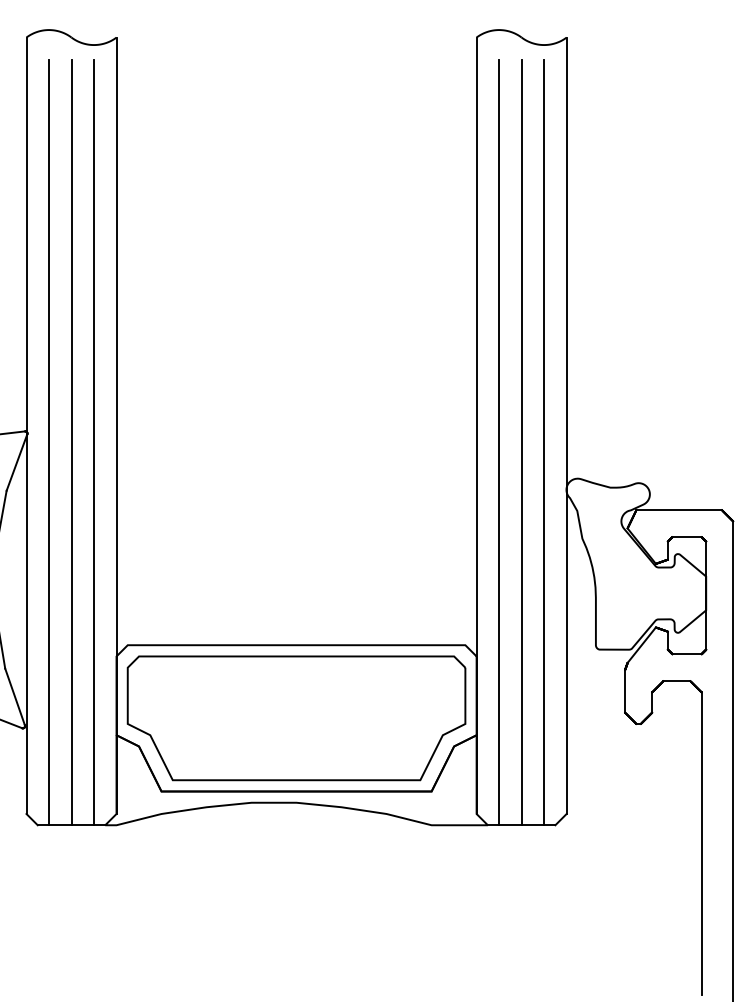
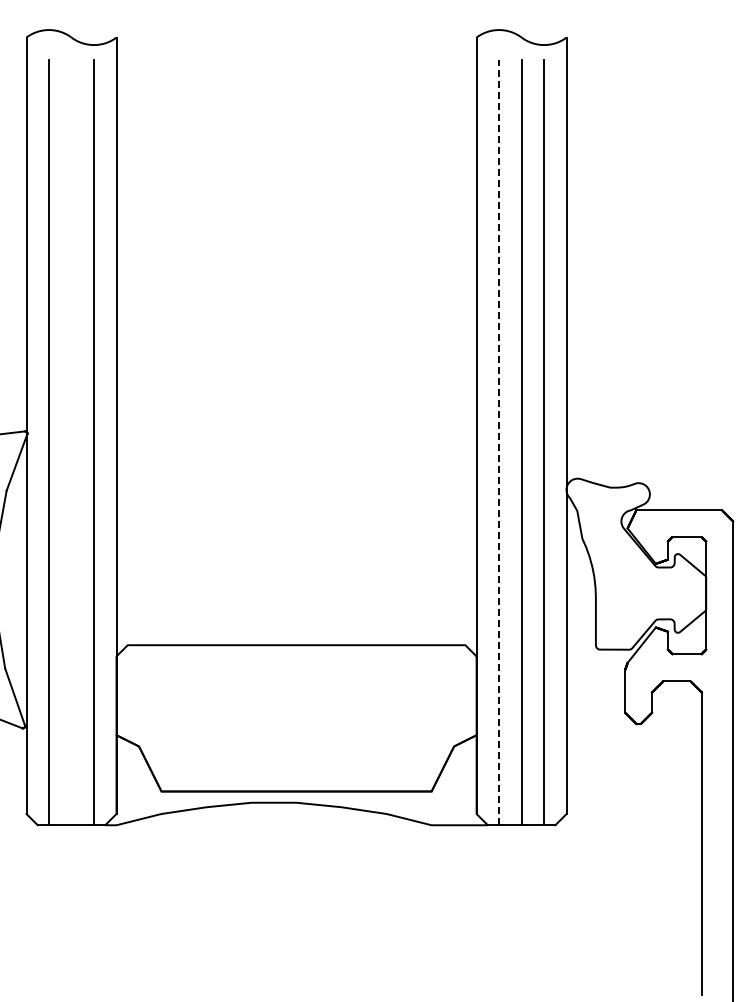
line at (71, 442): present -> none
line at (499, 442): solid -> dashed
part at (296, 718): present -> none
